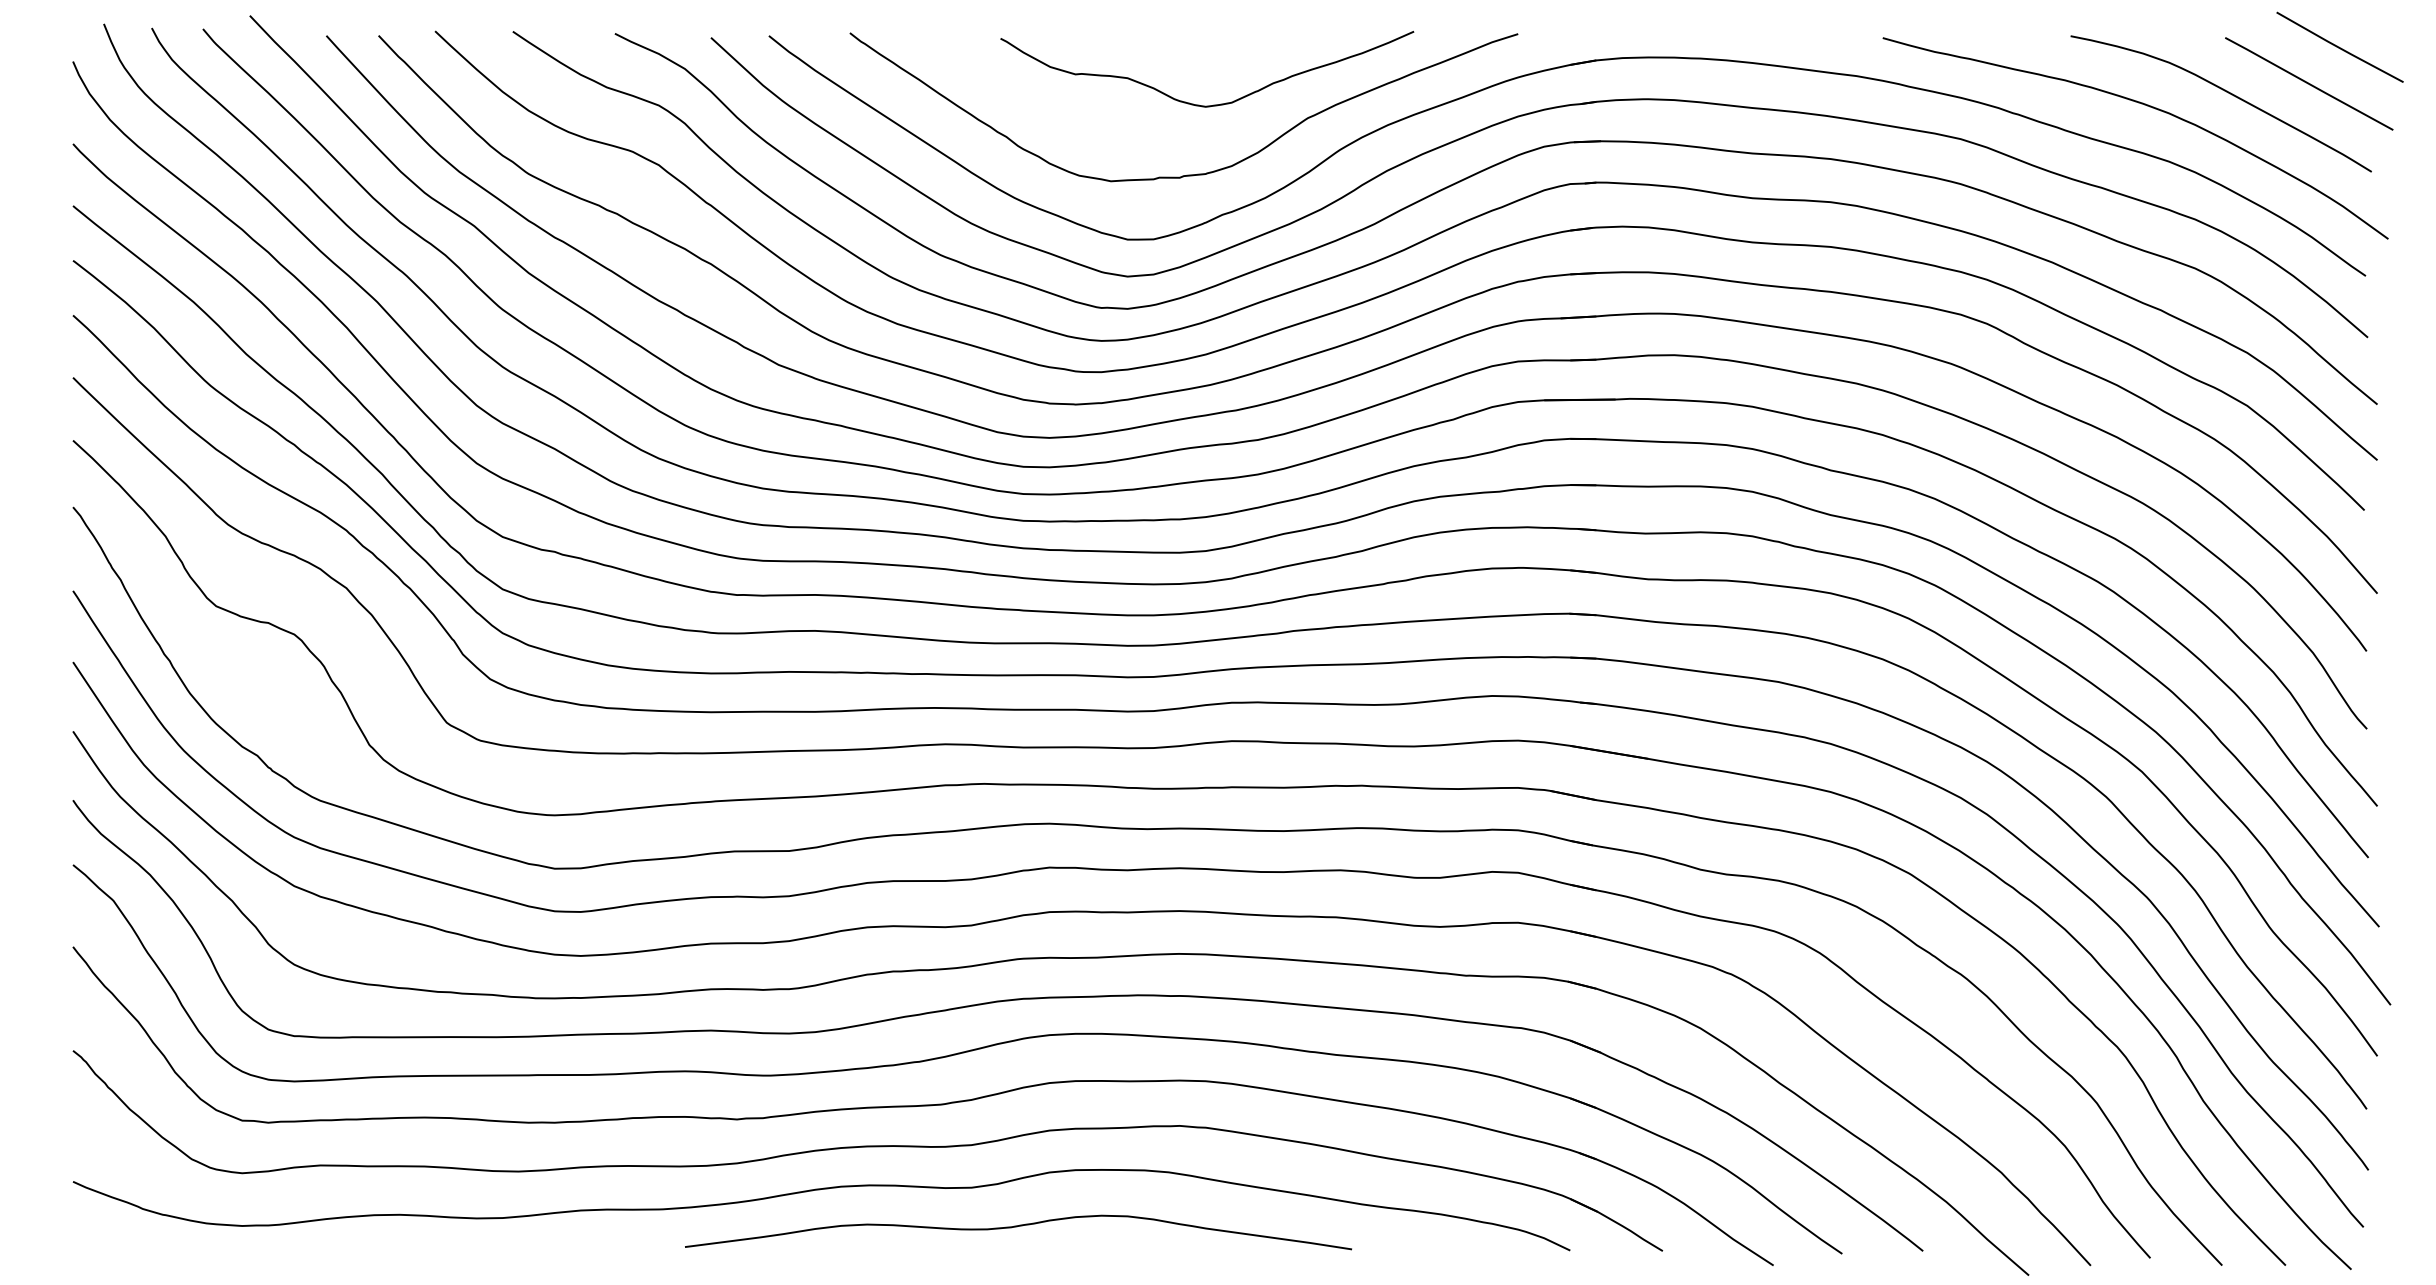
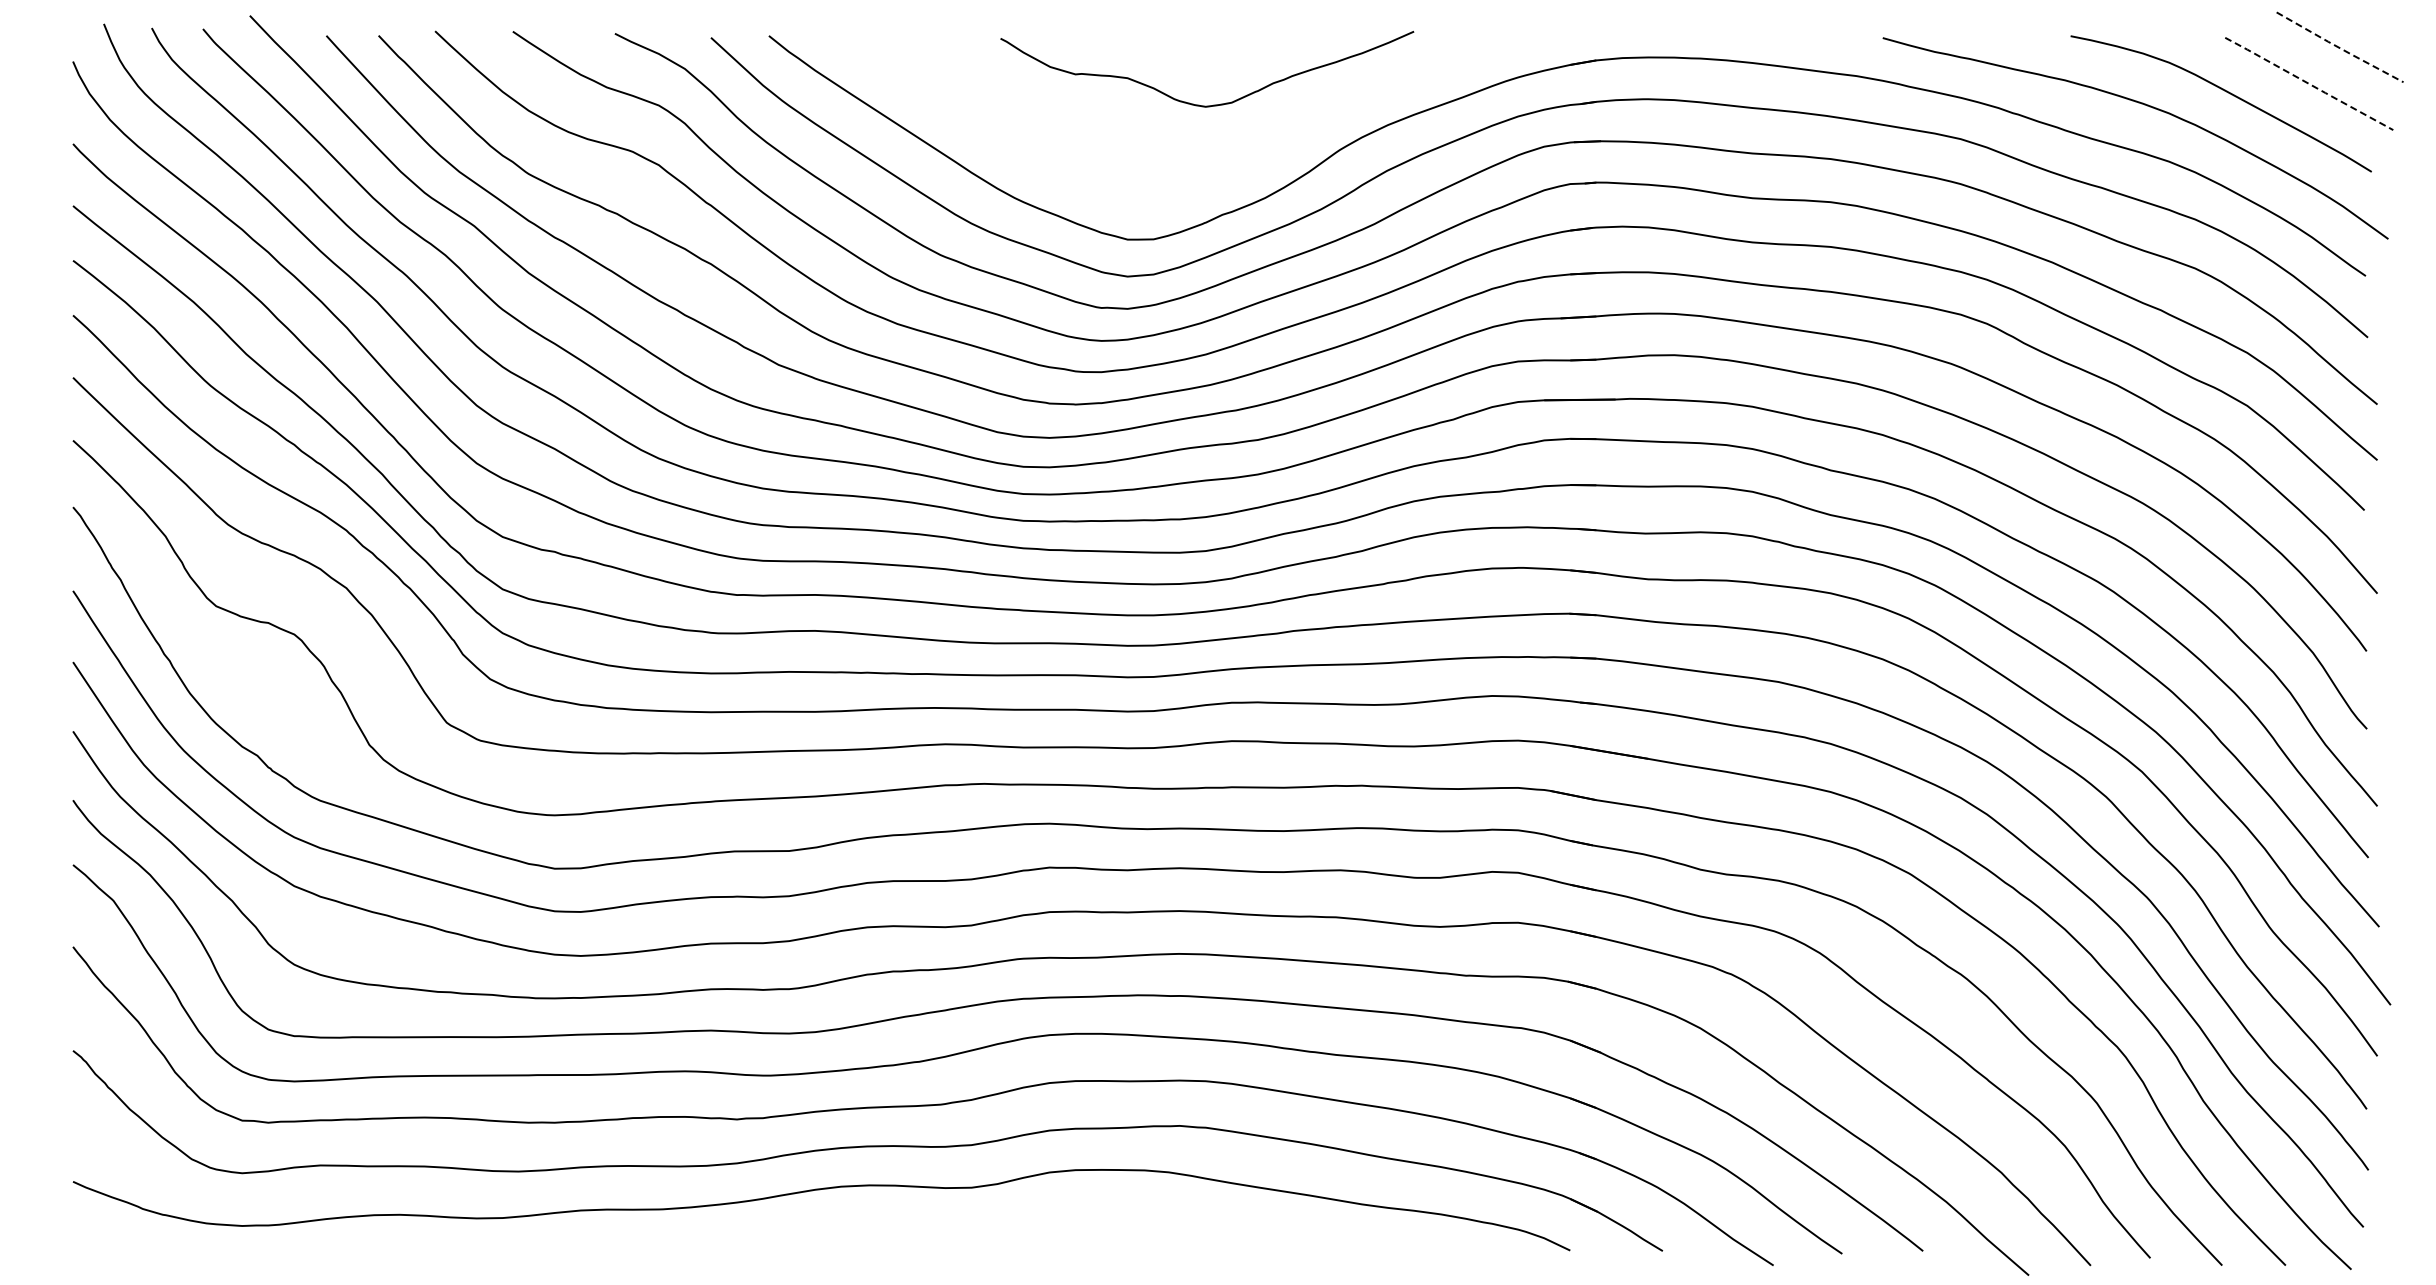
line at (2340, 48): solid -> dashed
line at (2308, 83): solid -> dashed
curve at (1187, 174): present -> none
curve at (1017, 1227): present -> none
